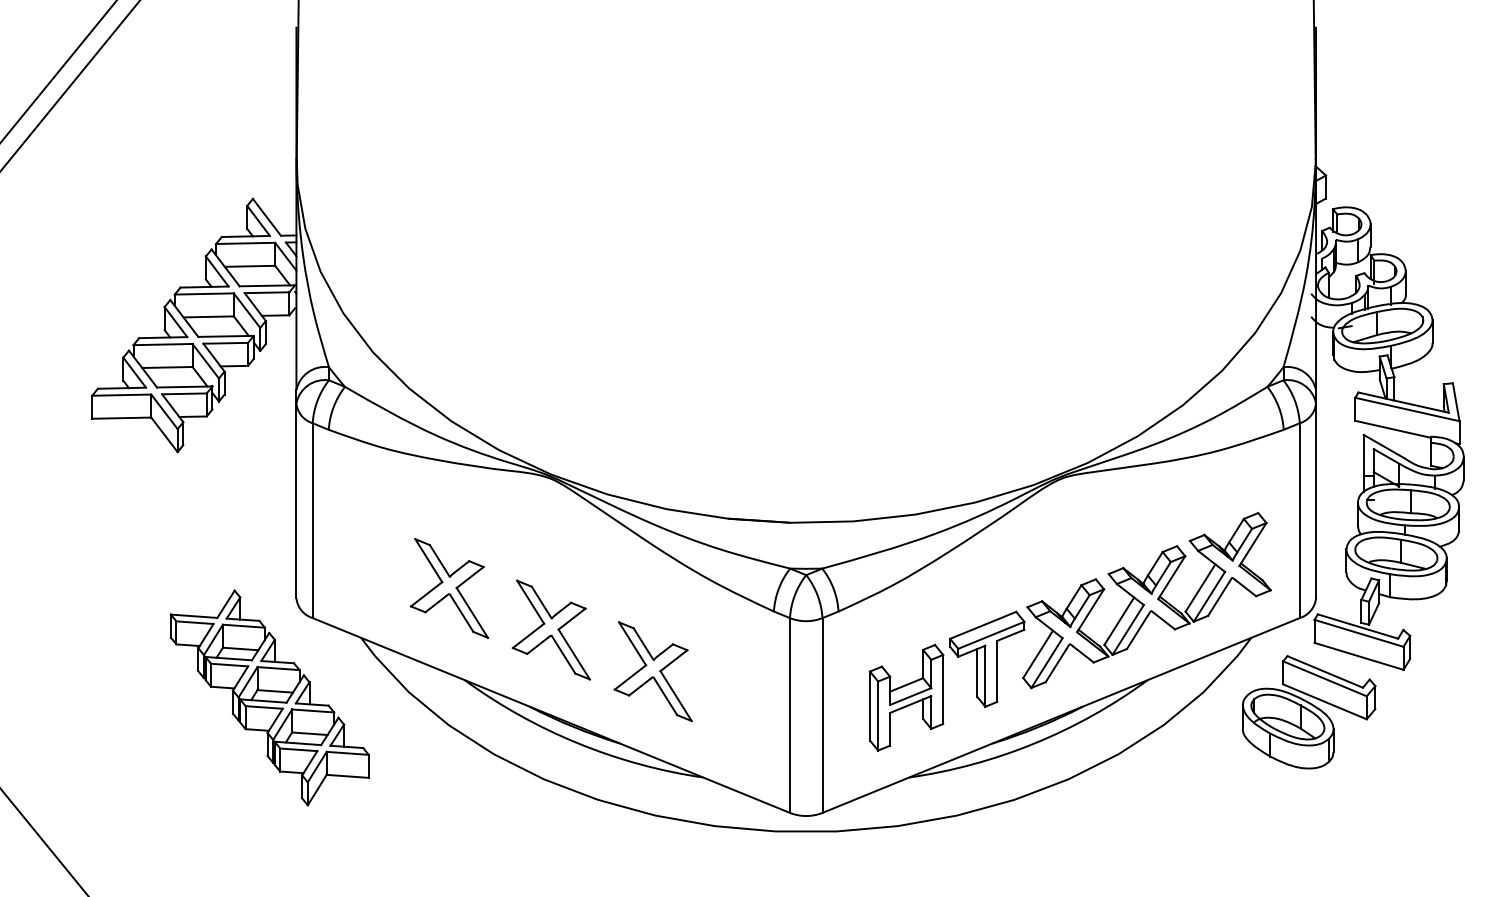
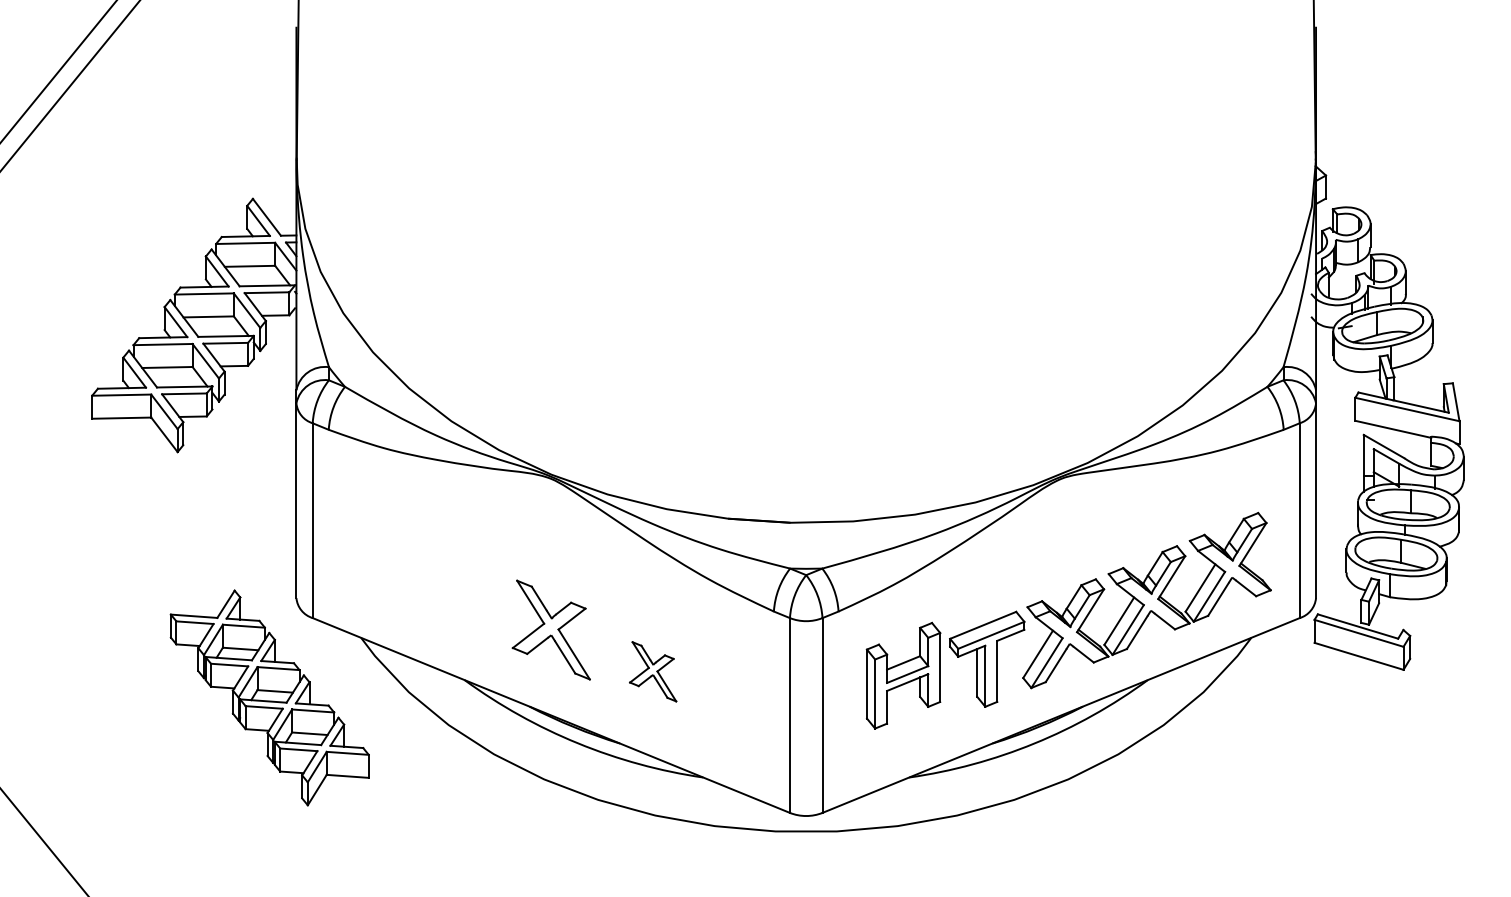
part at (448, 588): present -> none
part at (652, 671) size: 80x102 px -> 49x62 px
part at (906, 697) position: (906, 697) -> (903, 675)
part at (1309, 712): present -> none
